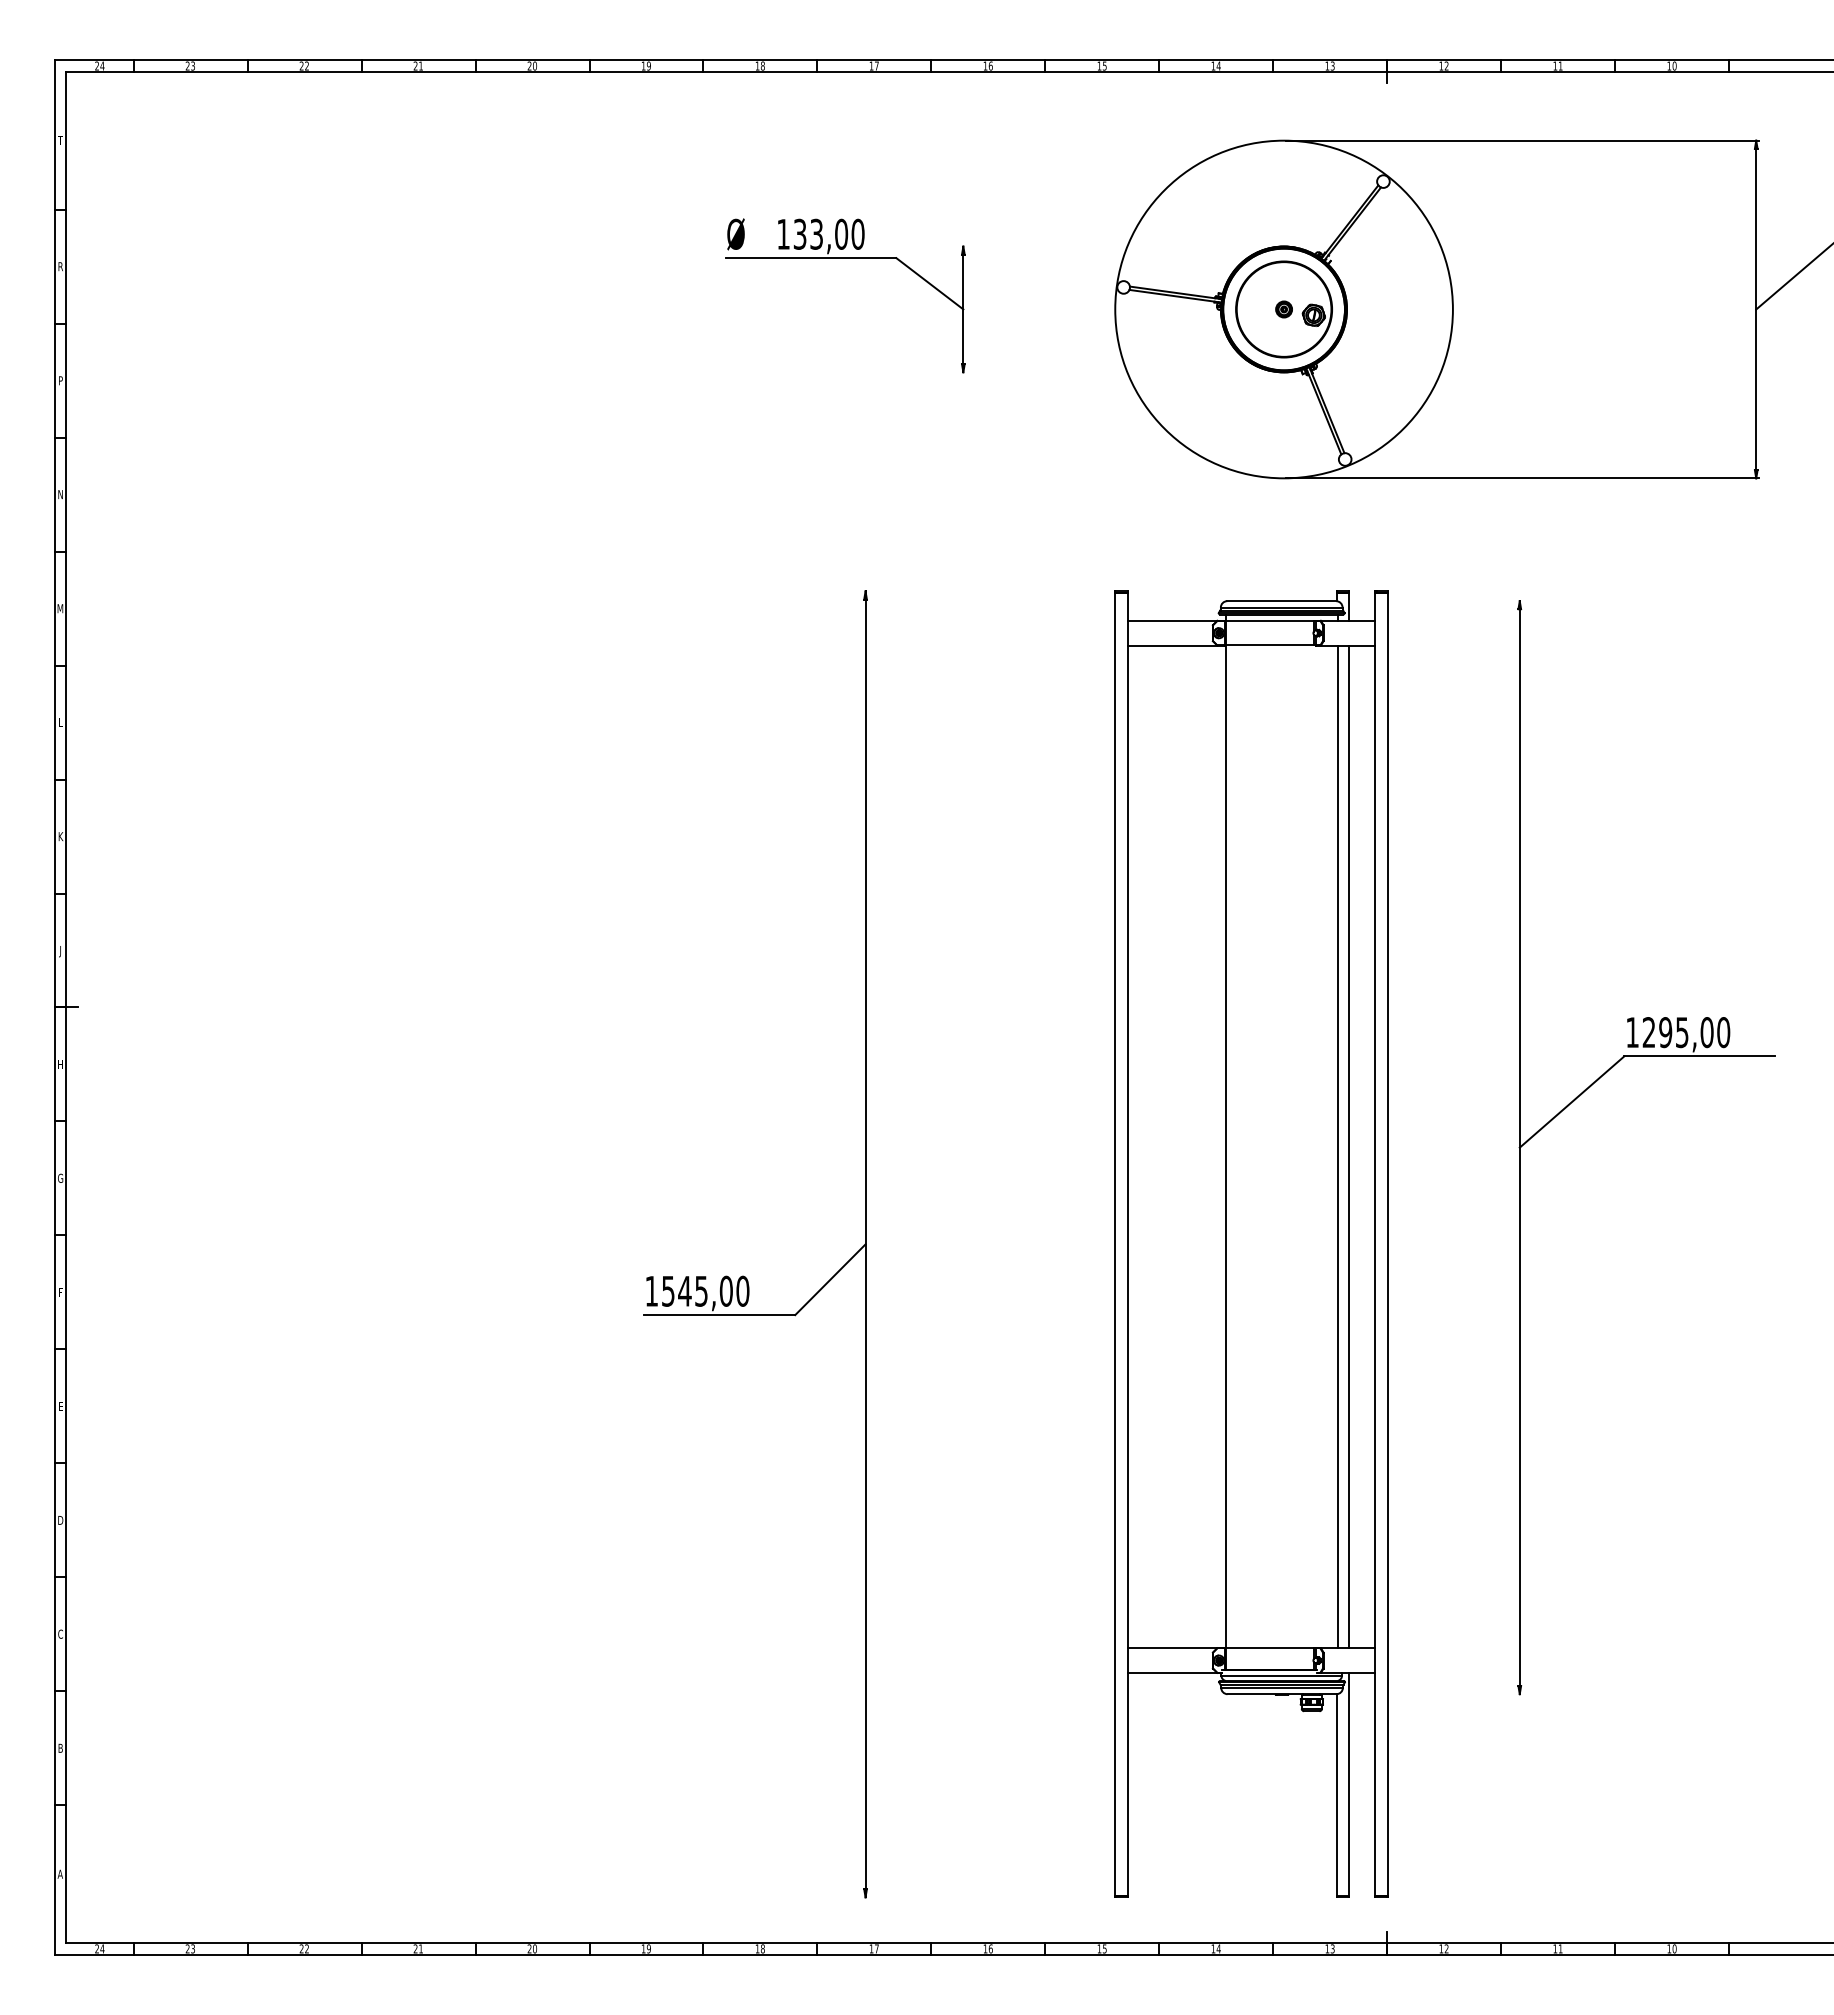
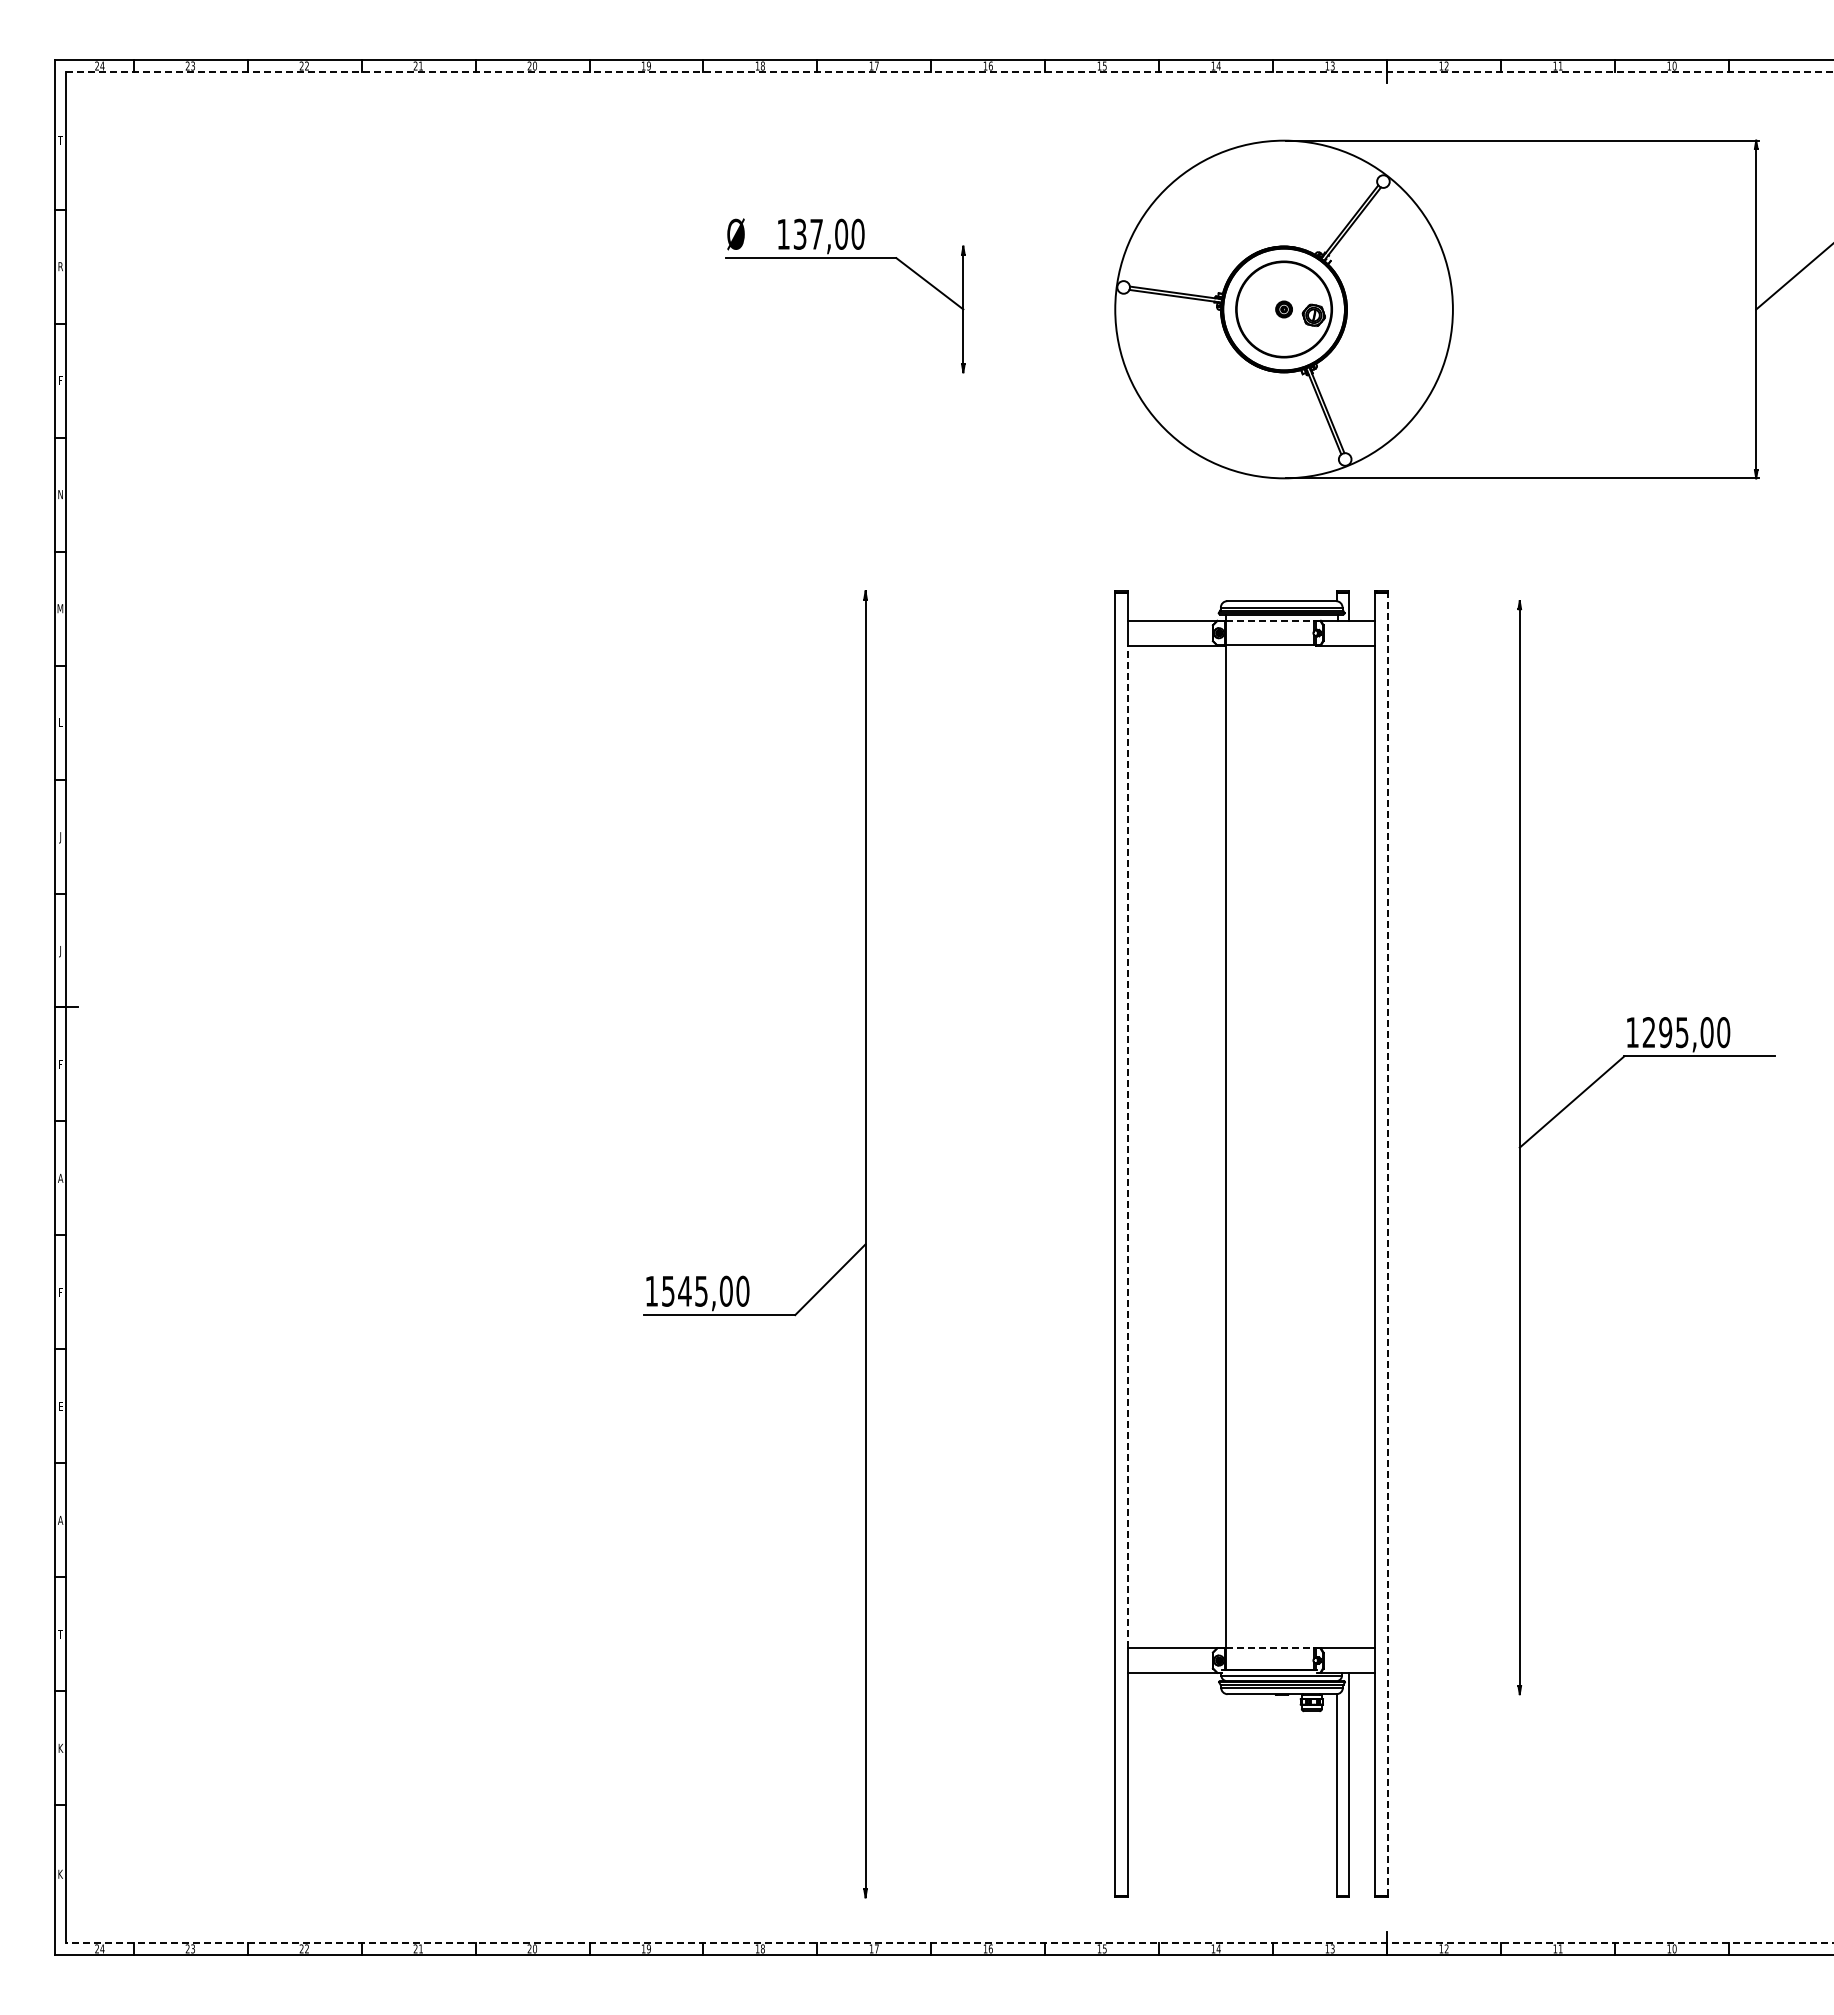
line at (950, 71): solid -> dashed
text at (816, 233): 133,00 -> 137,00
text at (60, 380): P -> F
line at (1270, 620): solid -> dashed
text at (60, 837): K -> J
text at (60, 1064): H -> F
line at (1127, 1146): solid -> dashed
line at (1337, 1146): present -> none
line at (1349, 1146): present -> none
text at (60, 1177): G -> A
line at (1387, 1244): solid -> dashed
text at (60, 1520): D -> A
text at (60, 1633): C -> T
line at (1270, 1648): solid -> dashed
text at (60, 1747): B -> K
text at (59, 1873): A -> K
line at (949, 1943): solid -> dashed
